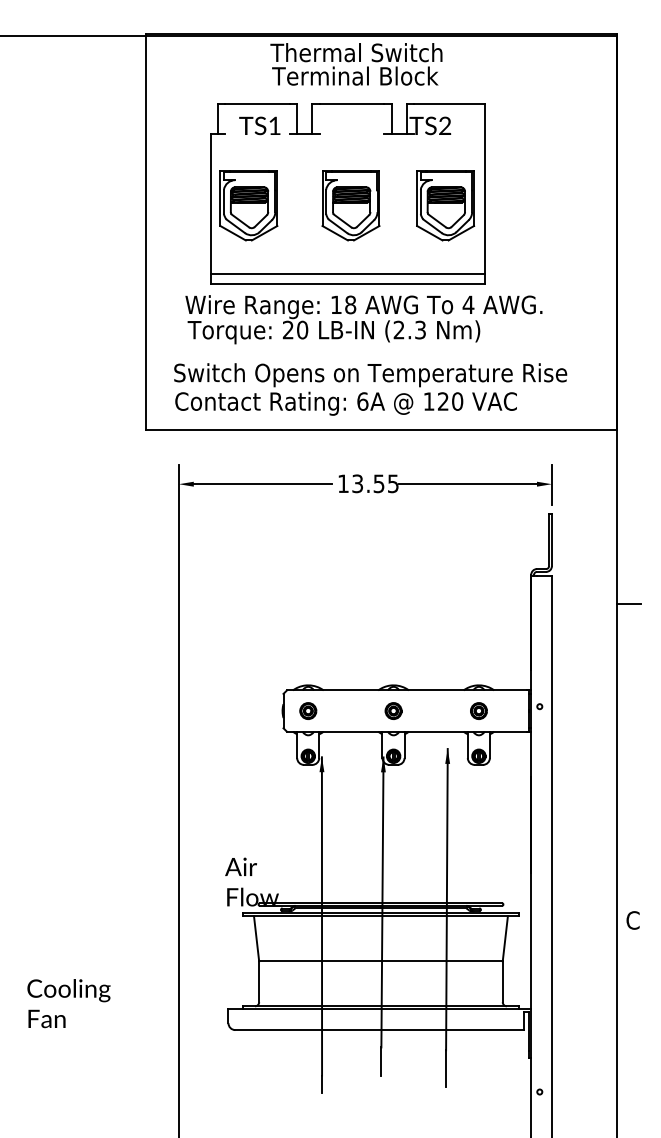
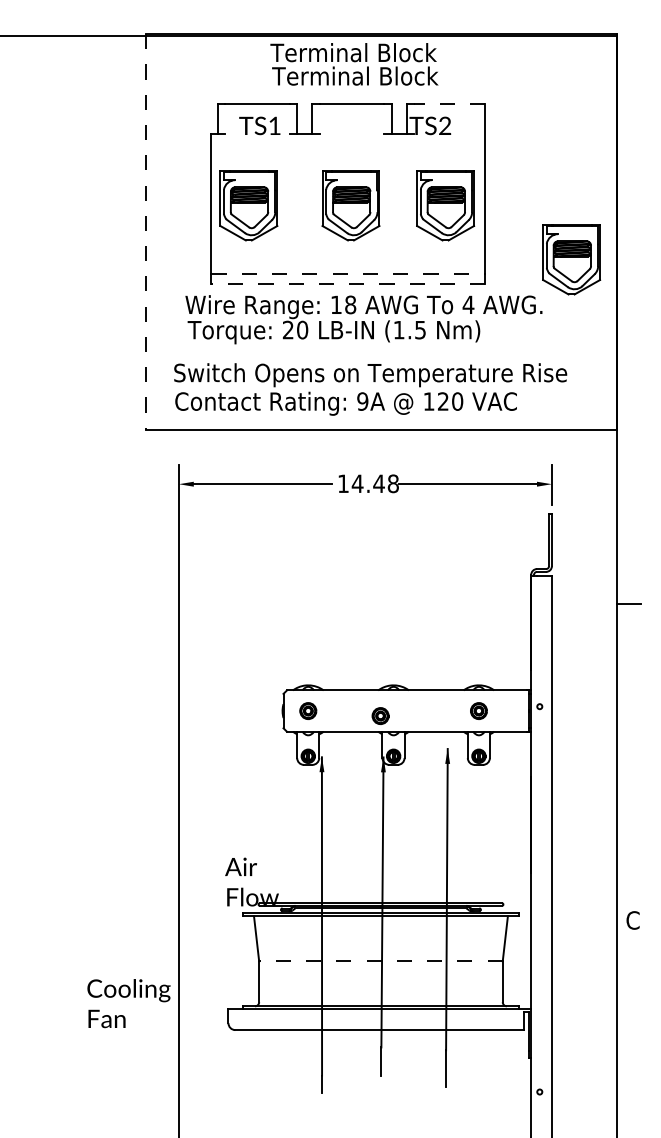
text at (363, 52): Thermal Switch -> Terminal Block
line at (449, 104): solid -> dashed
line at (145, 231): solid -> dashed
part at (571, 259): none -> present
line at (348, 273): solid -> dashed
line at (347, 284): solid -> dashed
text at (409, 329): (2.3 -> (1.5
text at (362, 401): 6A -> 9A
text at (374, 483): 13.55 -> 14.48
part at (393, 710) position: (393, 710) -> (380, 715)
line at (380, 961): solid -> dashed
text at (68, 1003) position: (68, 1003) -> (128, 1003)
